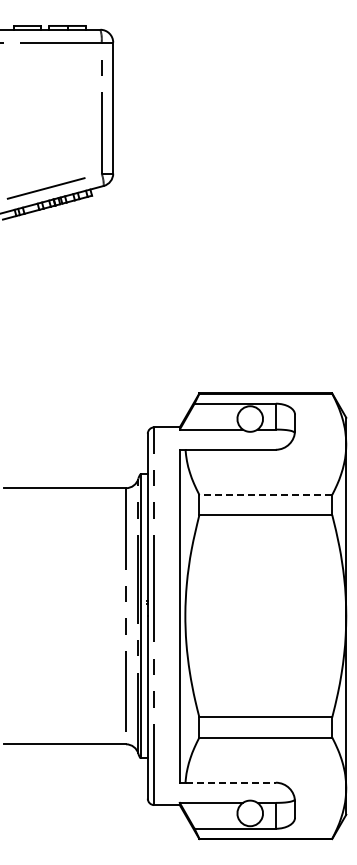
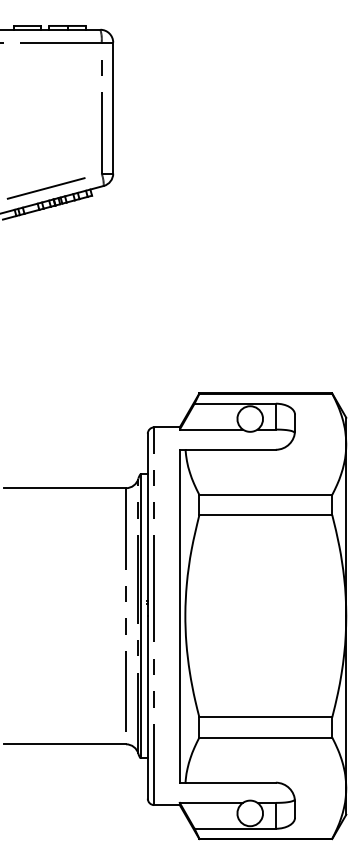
line at (265, 494): dashed -> solid
line at (231, 782): dashed -> solid
